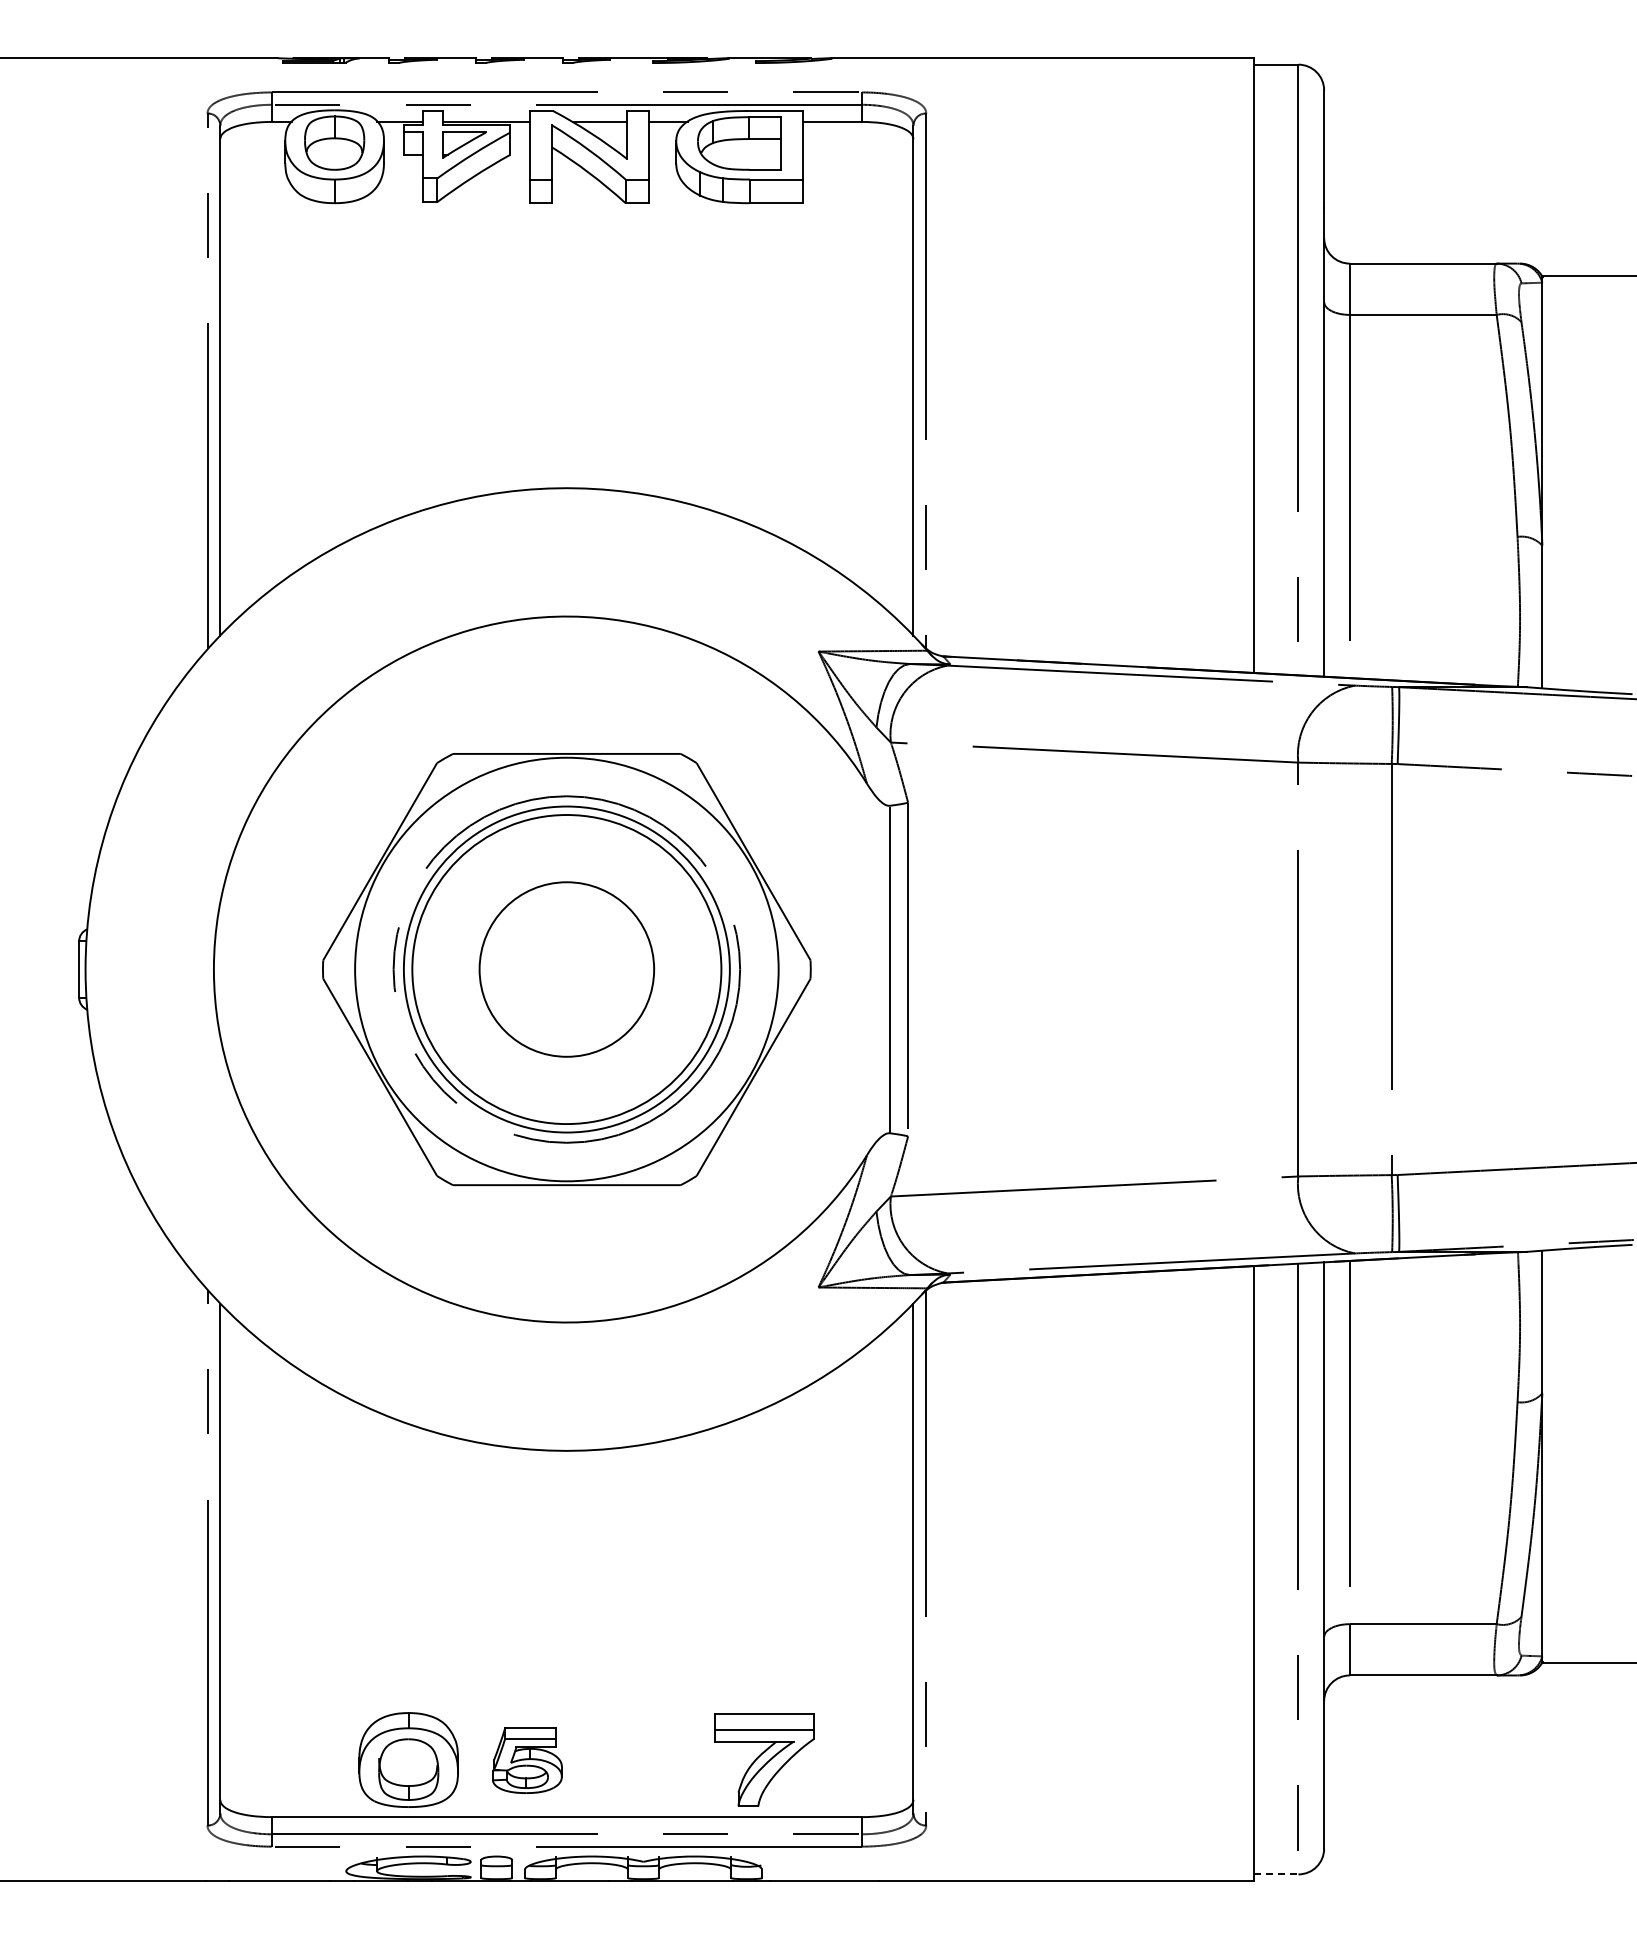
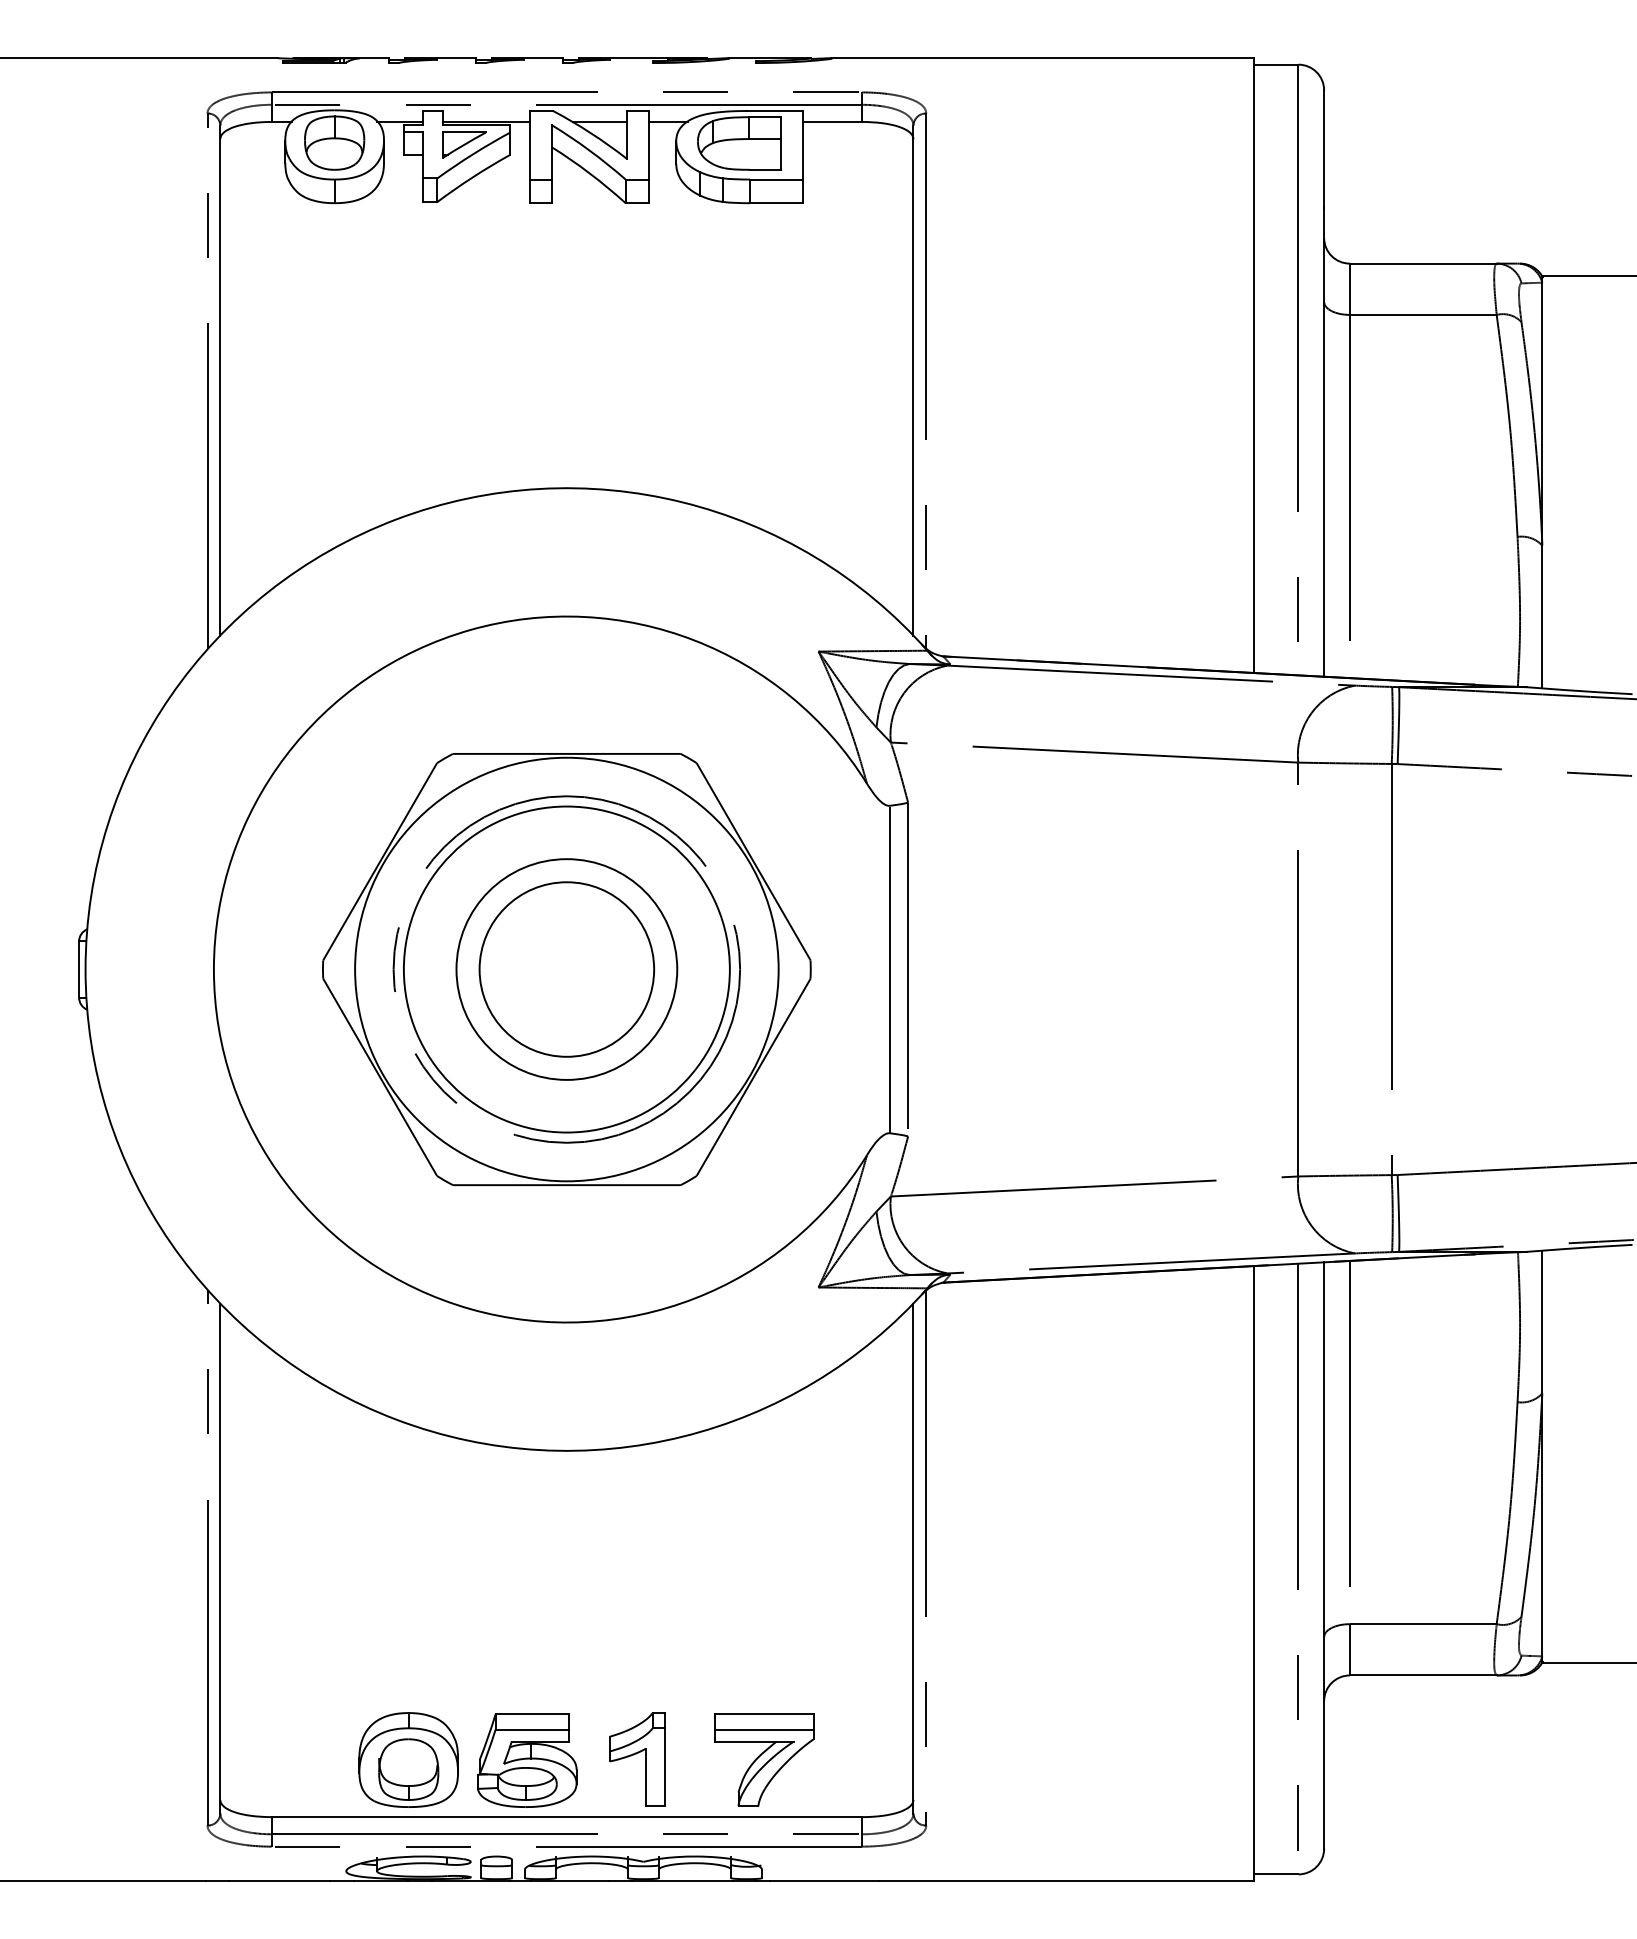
circle at (566, 969) diameter: 309 px -> 221 px
part at (637, 1759): none -> present
part at (527, 1760) size: 71x67 px -> 101x95 px
line at (1276, 1874): dashed -> solid
